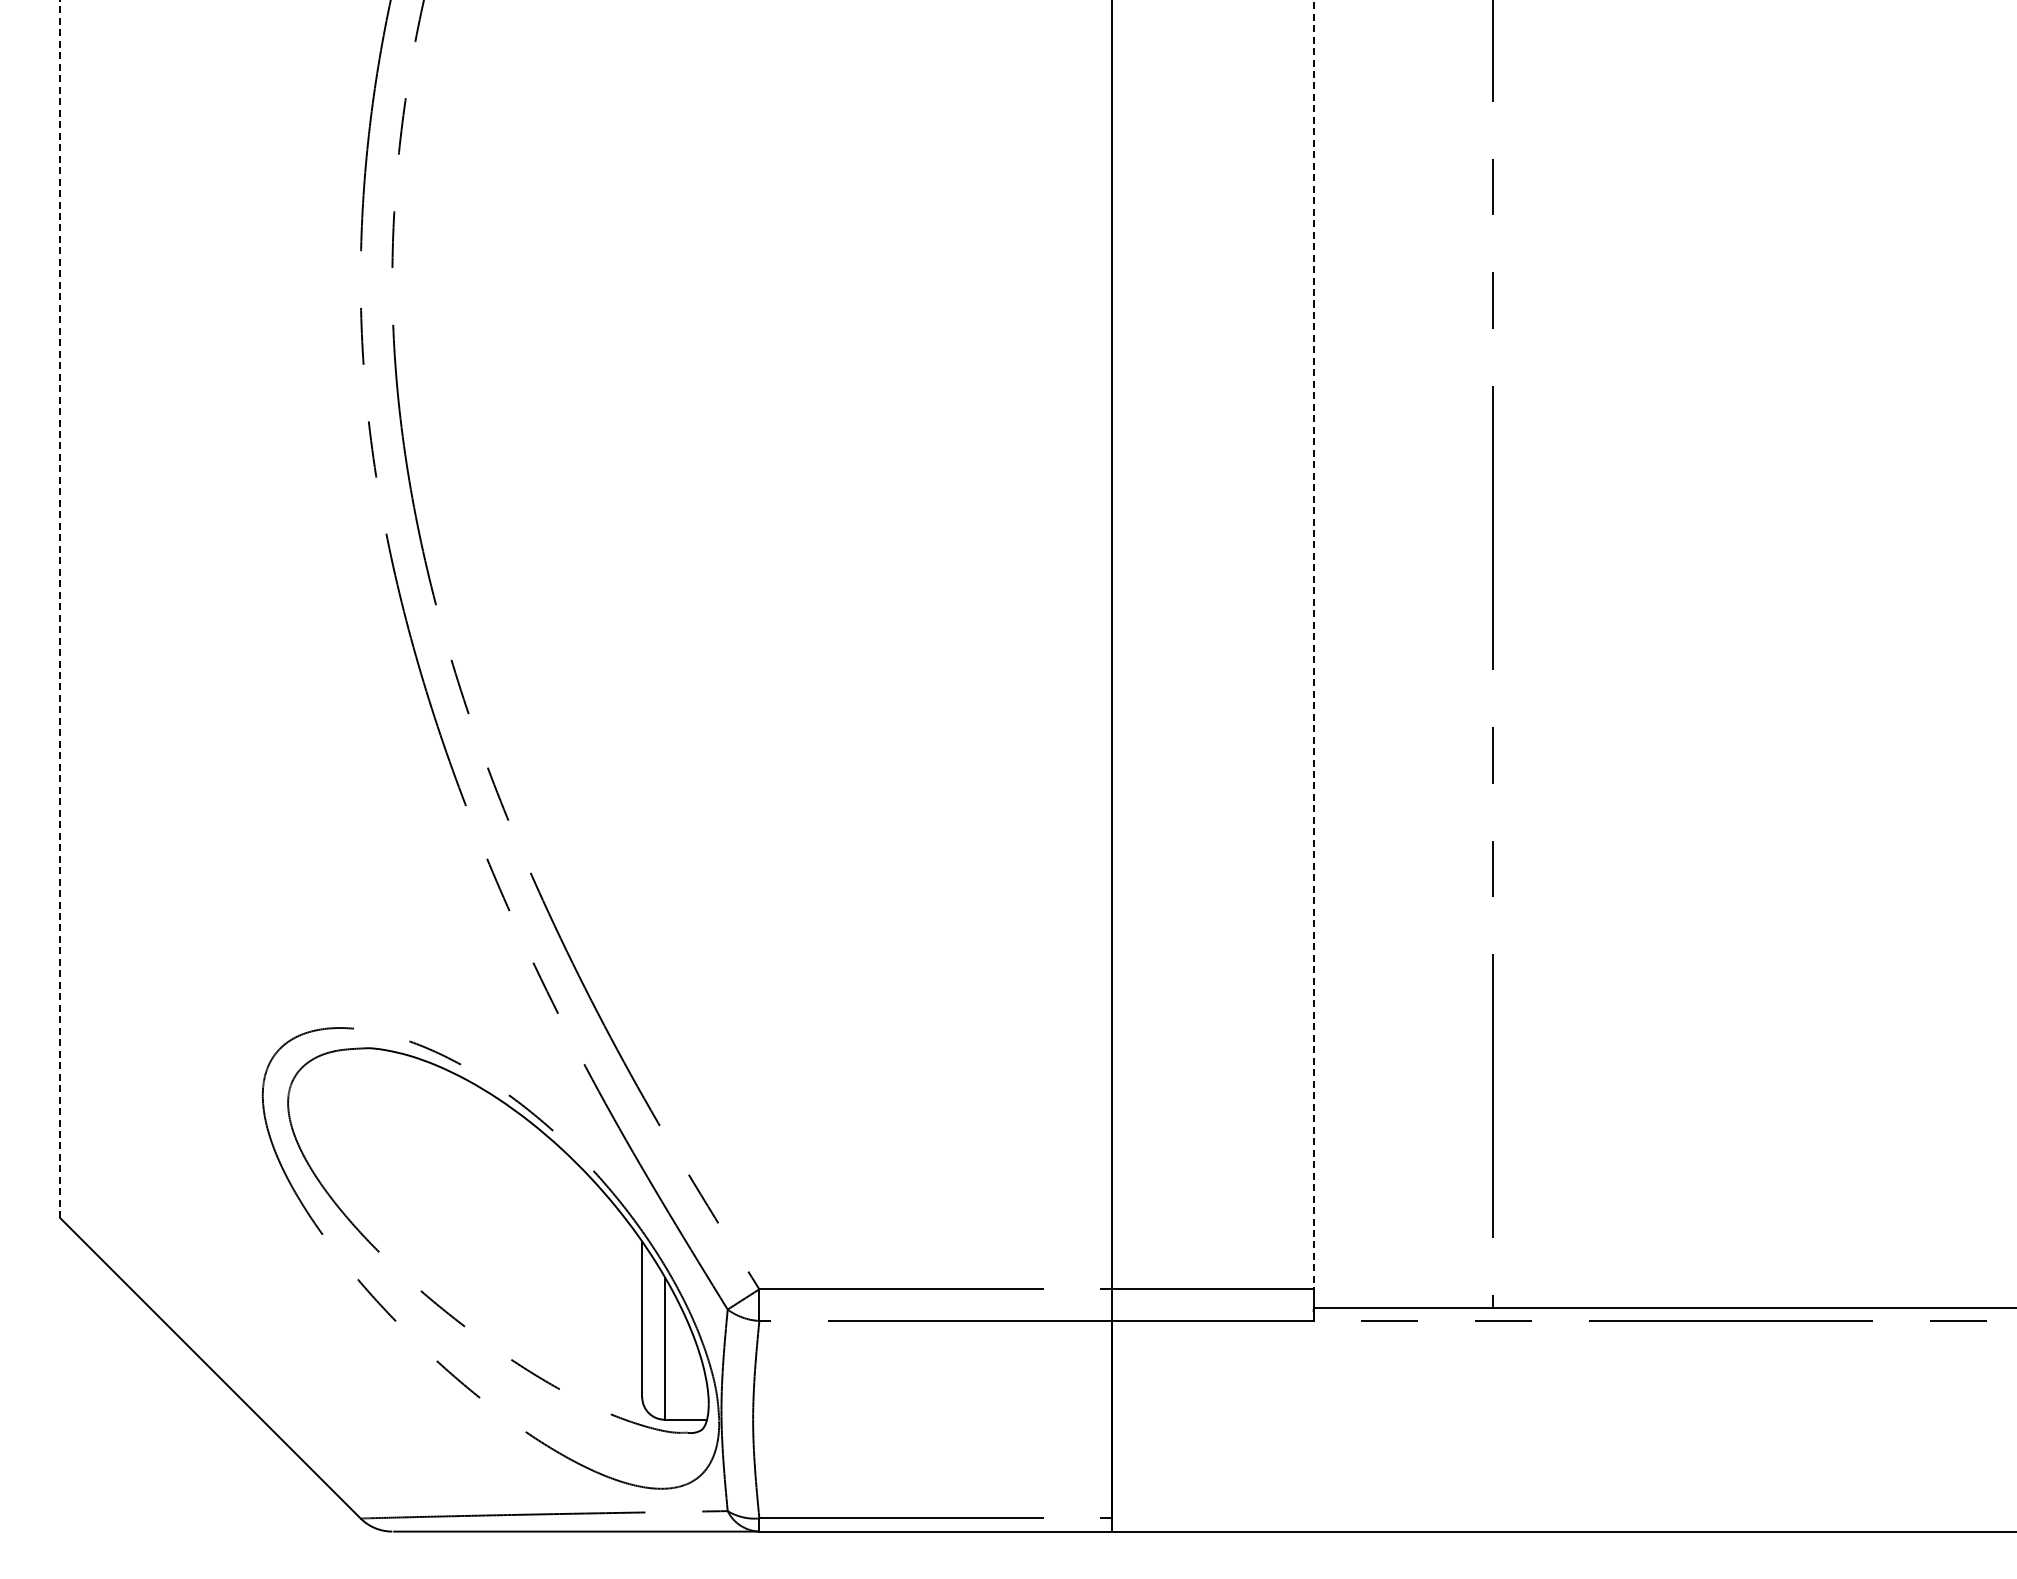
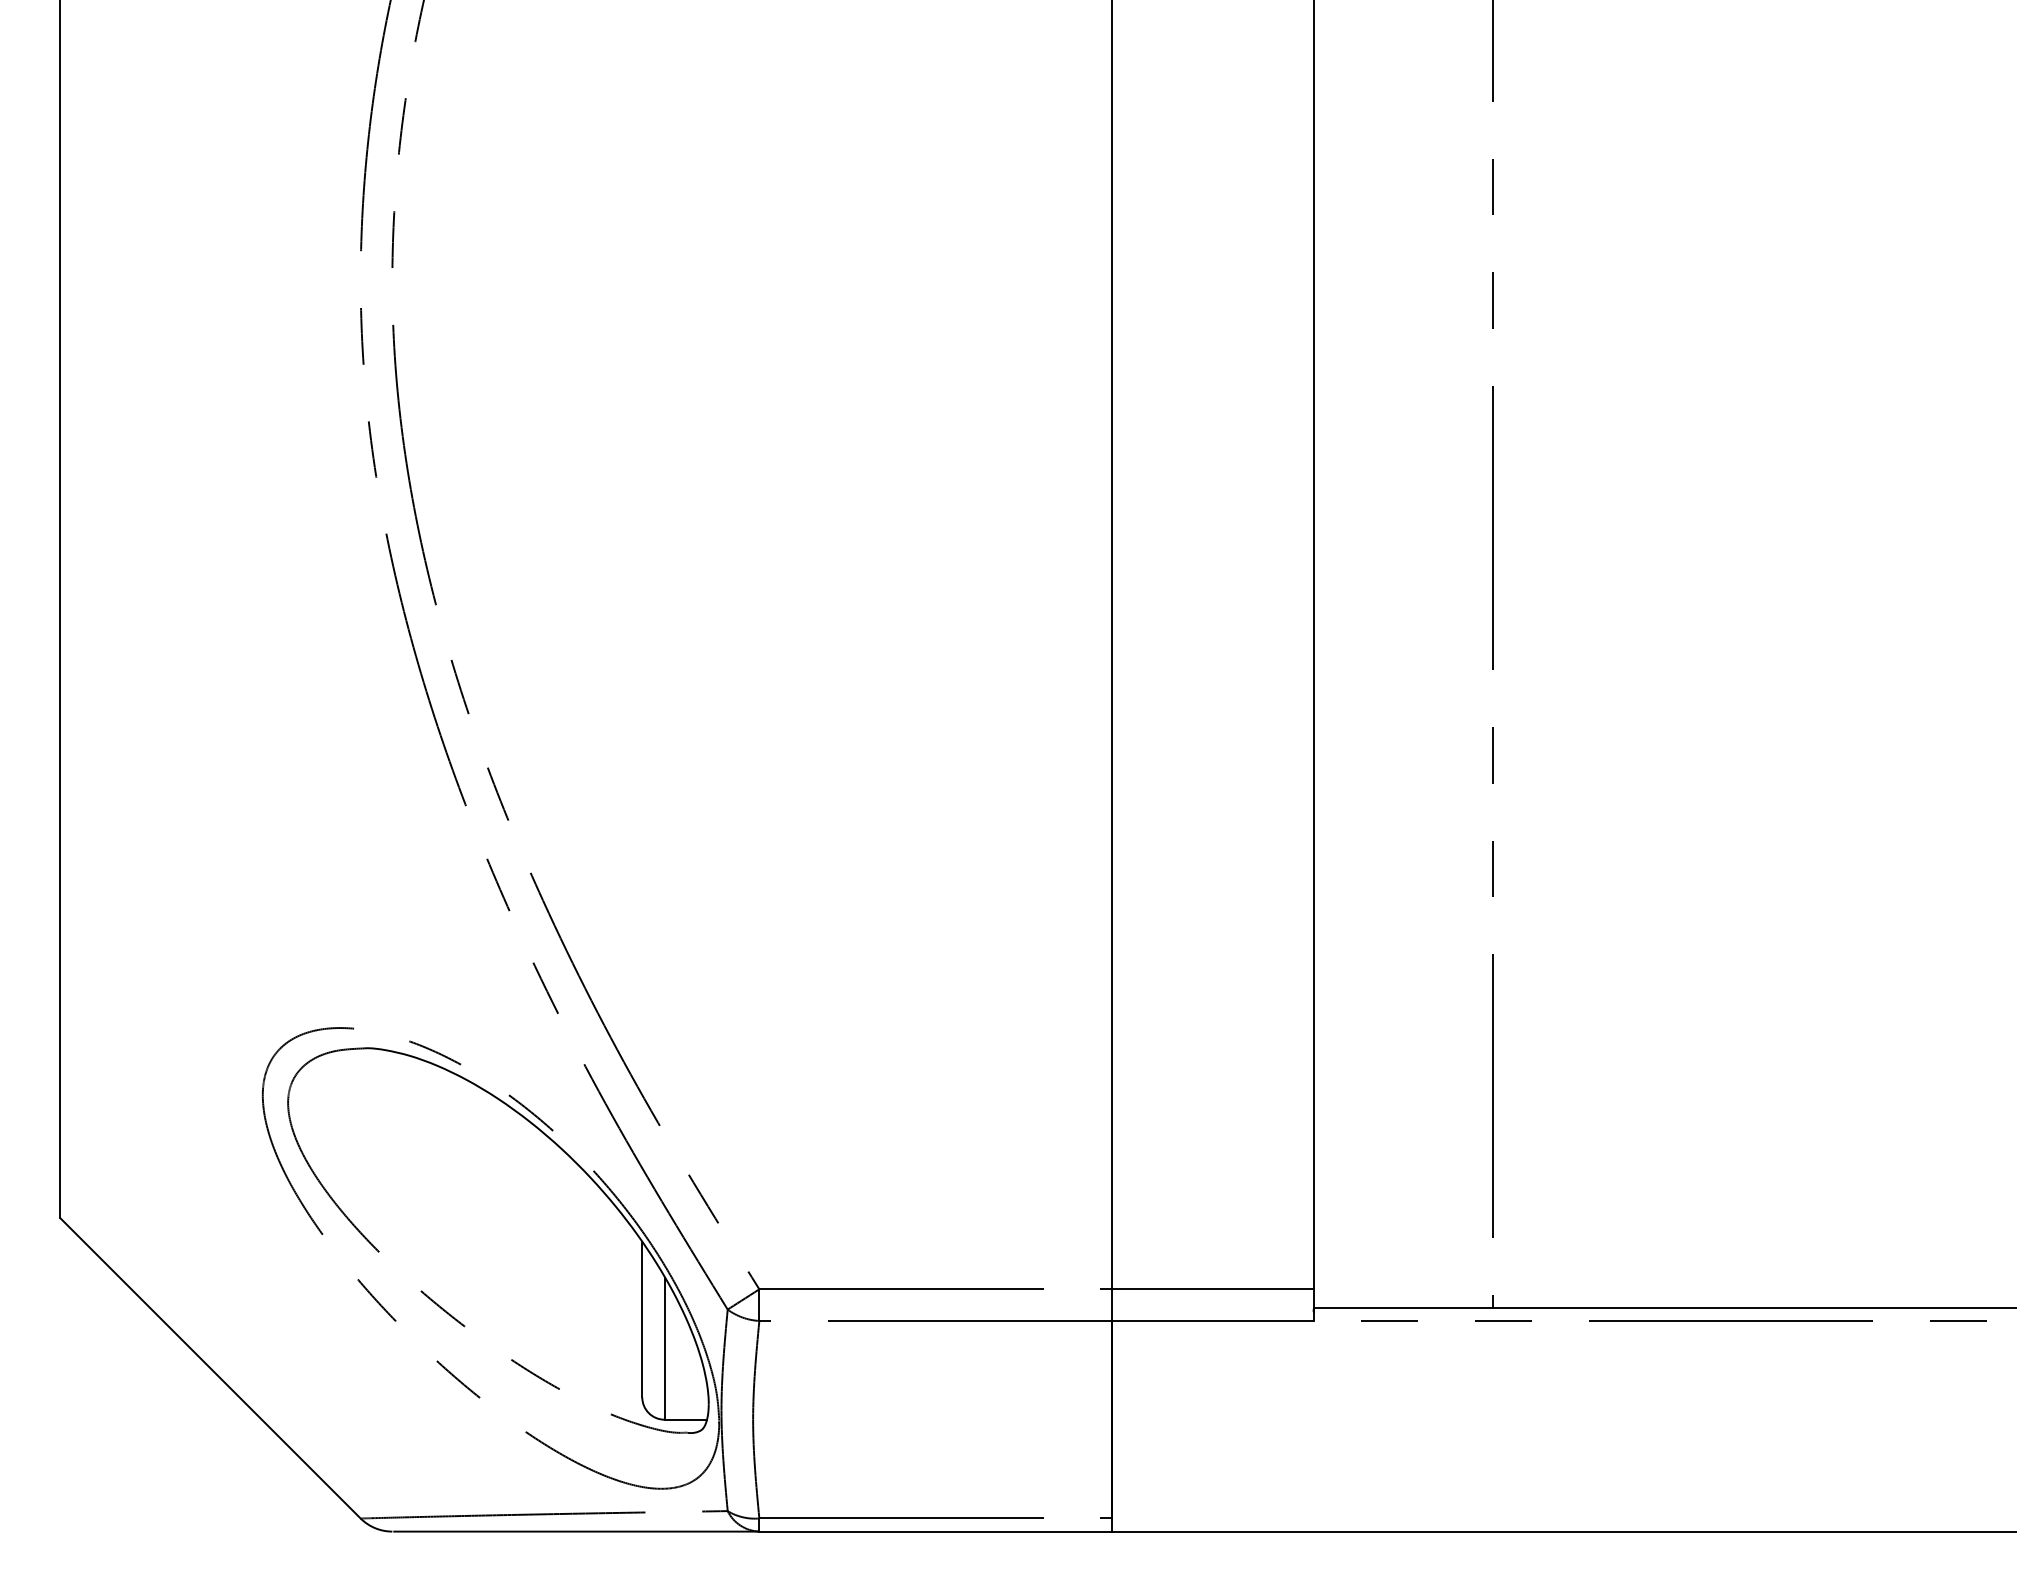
line at (60, 609): dashed -> solid
line at (1313, 645): dashed -> solid
